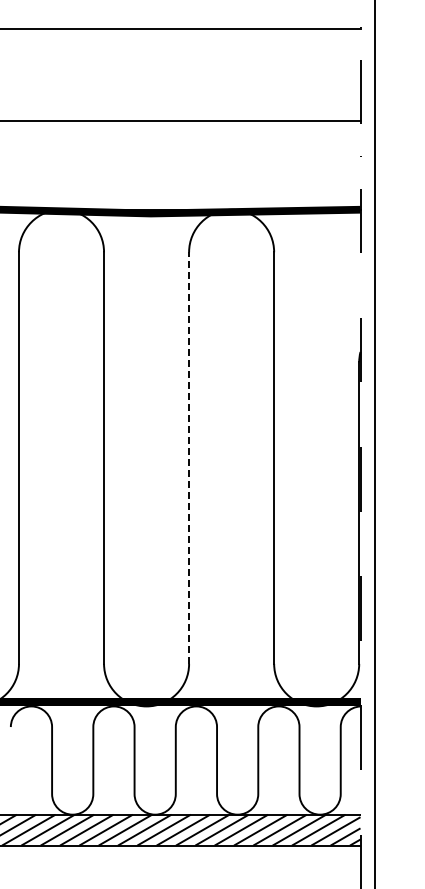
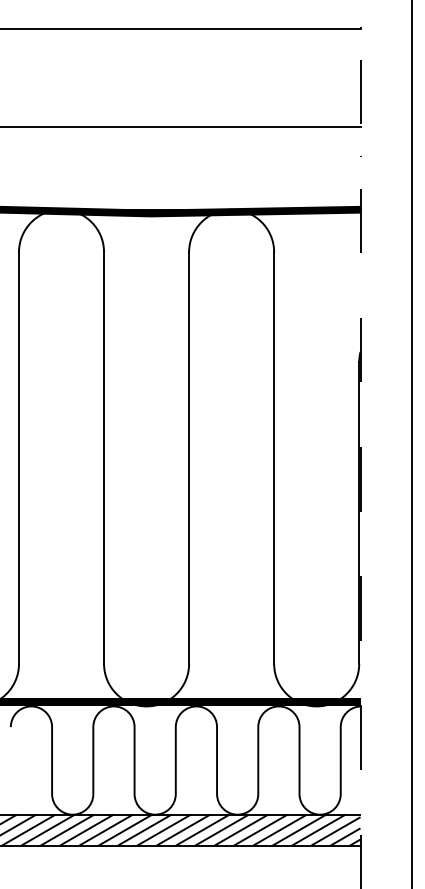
line at (181, 120) position: (181, 120) -> (181, 126)
line at (375, 443) position: (375, 443) -> (412, 443)
line at (189, 458): dashed -> solid
